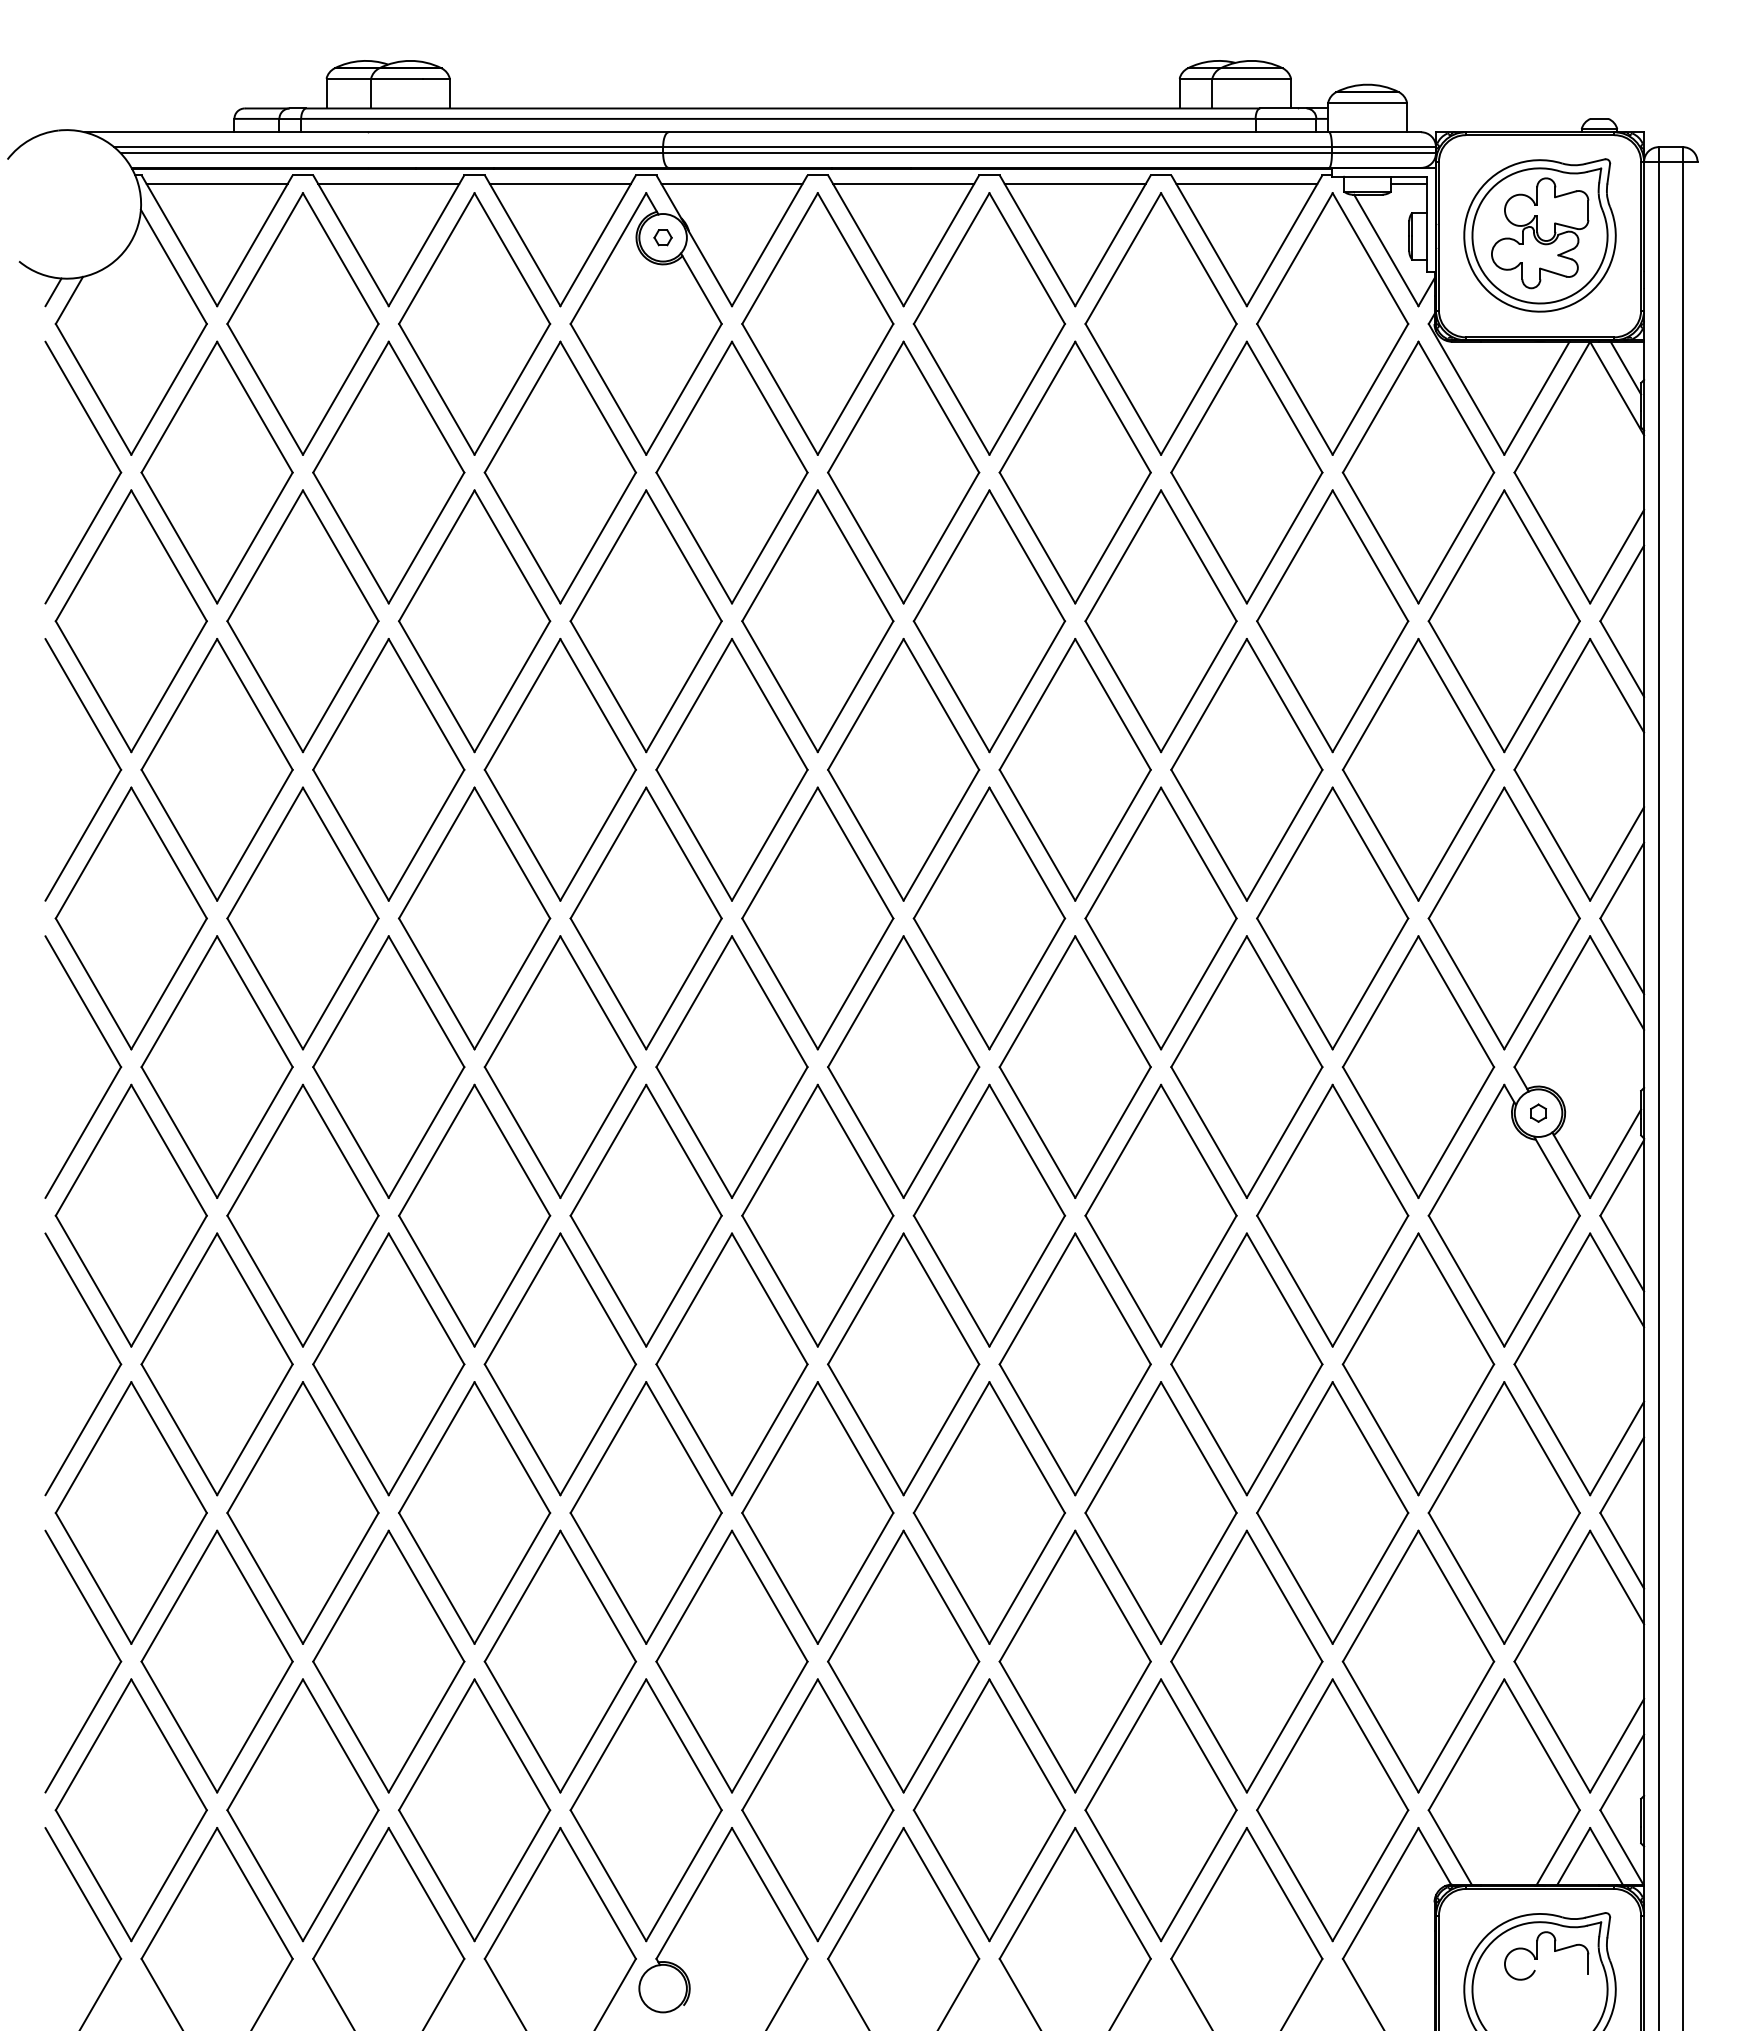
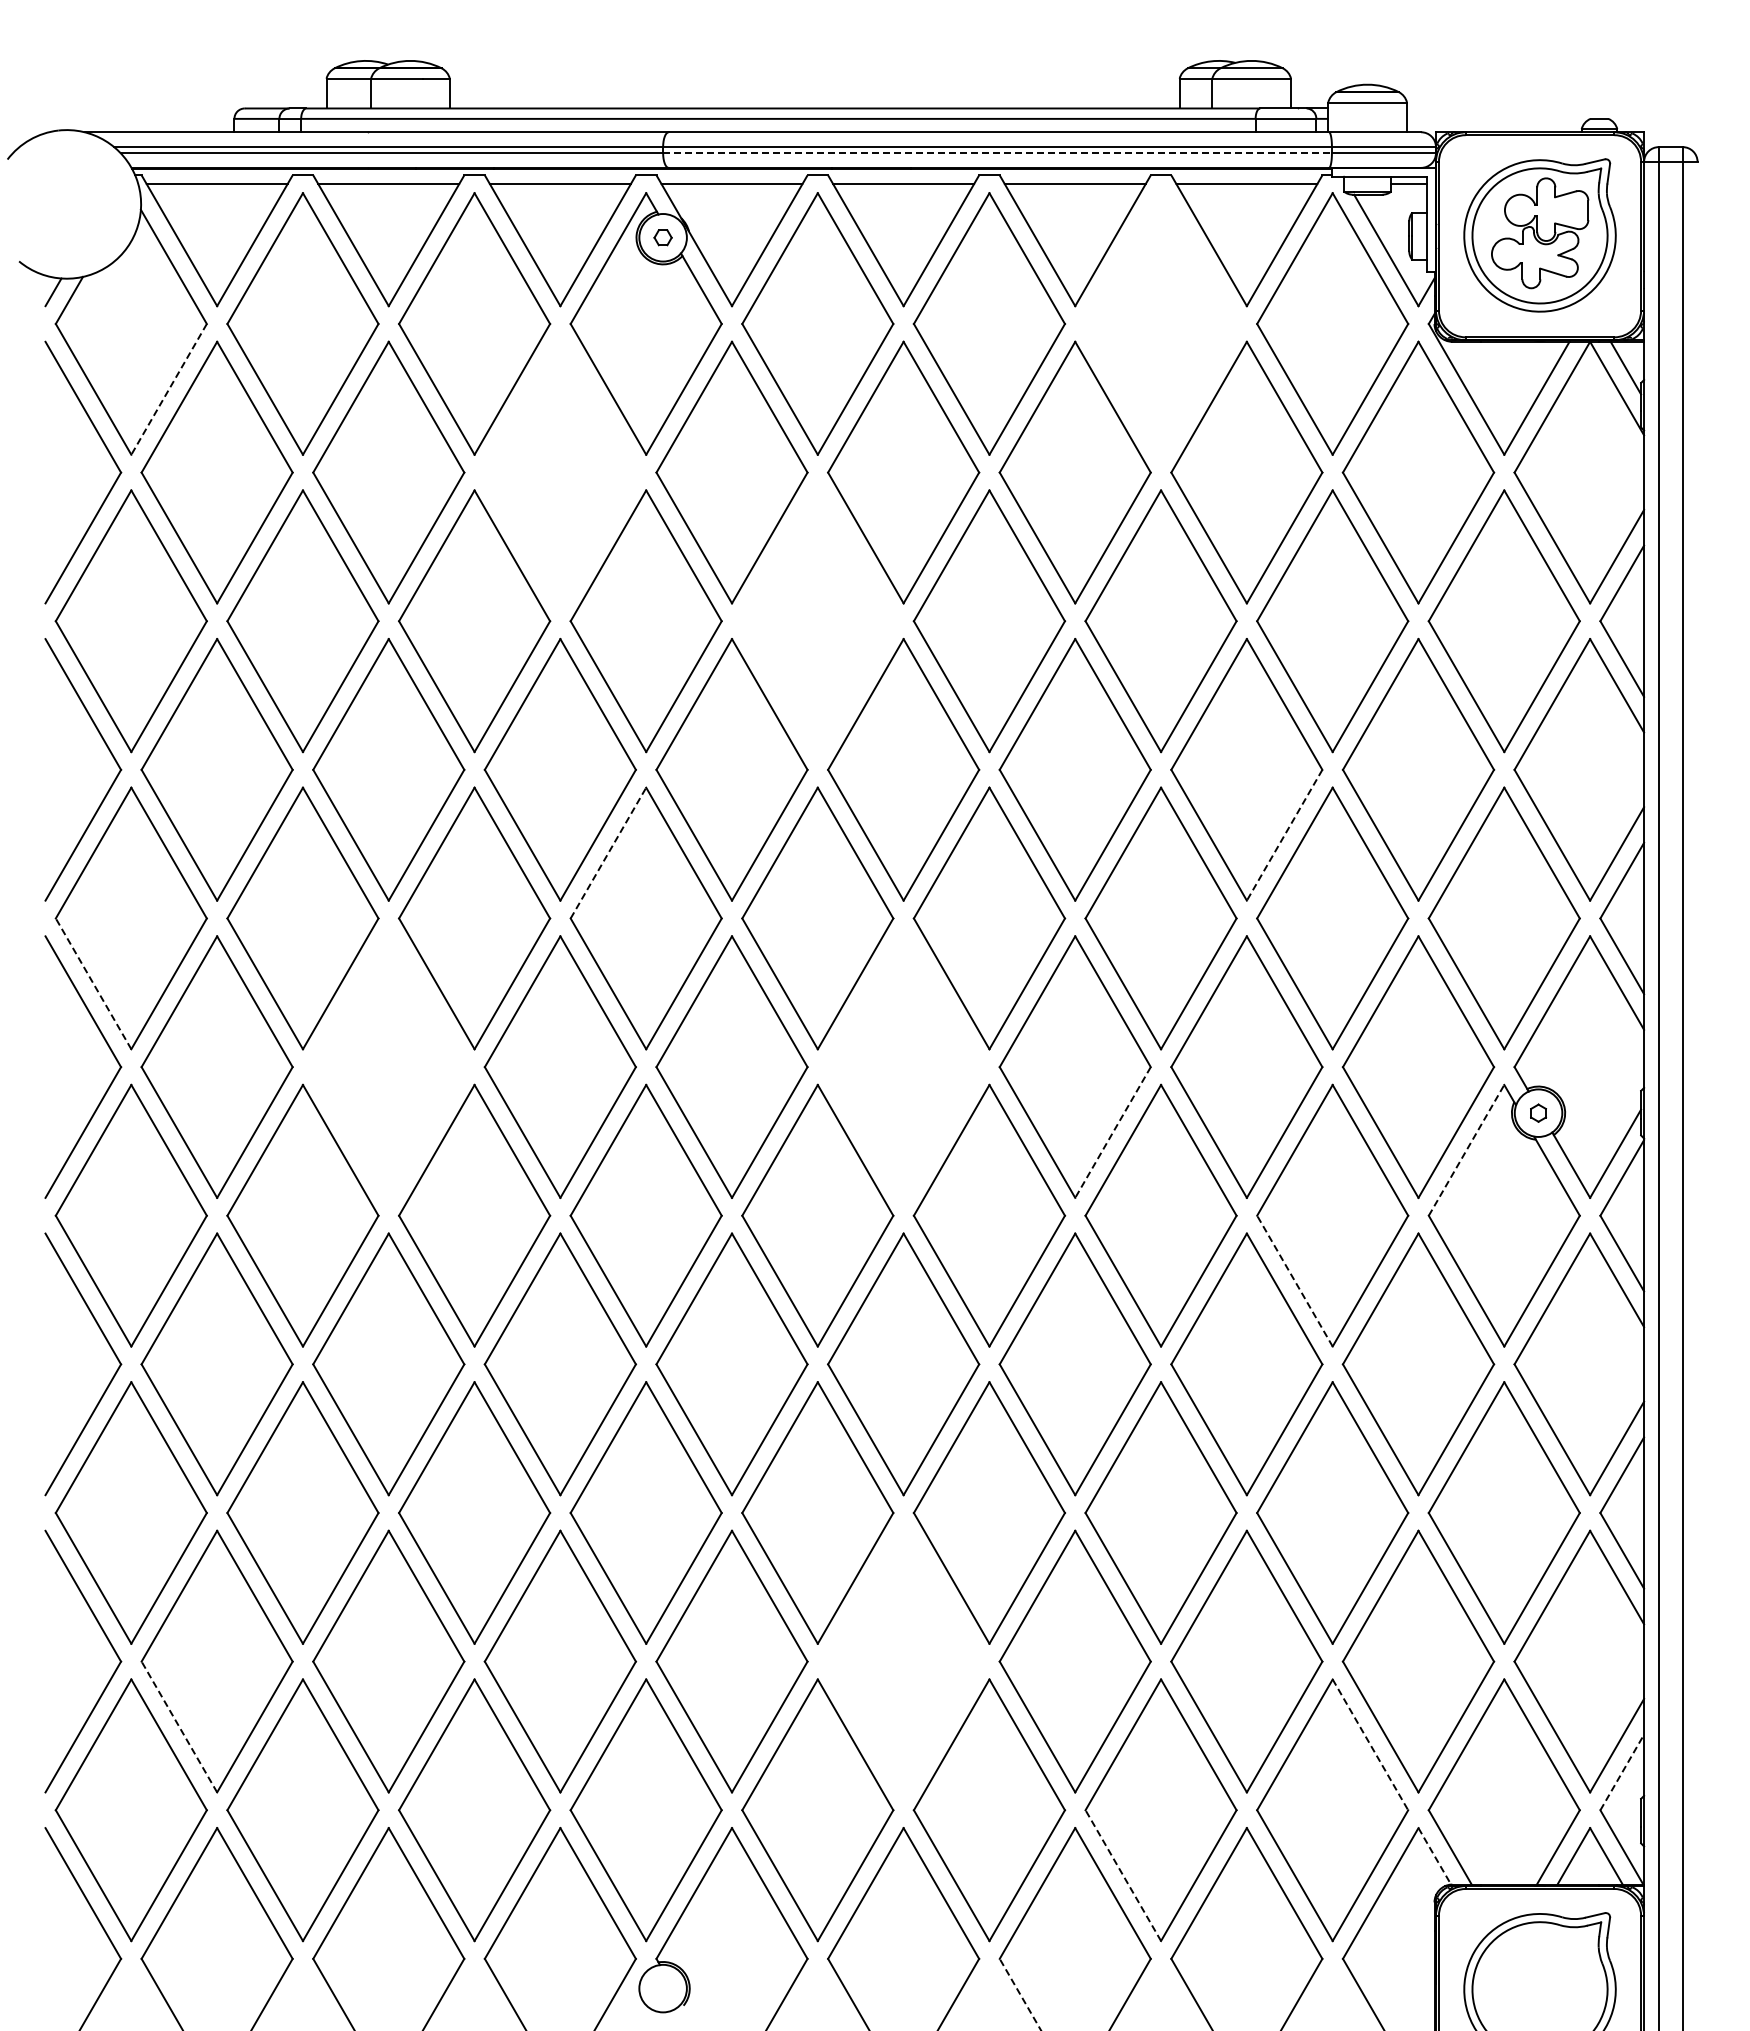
line at (998, 153): solid -> dashed
part at (1160, 323): present -> none
line at (169, 389): solid -> dashed
part at (559, 472): present -> none
part at (817, 621): present -> none
line at (1284, 835): solid -> dashed
line at (608, 853): solid -> dashed
line at (93, 983): solid -> dashed
part at (388, 1066): present -> none
part at (903, 1066): present -> none
line at (1113, 1132): solid -> dashed
line at (1466, 1150): solid -> dashed
line at (1294, 1281): solid -> dashed
part at (903, 1661): present -> none
line at (179, 1727): solid -> dashed
line at (1370, 1744): solid -> dashed
line at (1622, 1772): solid -> dashed
line at (1434, 1856): solid -> dashed
line at (1123, 1875): solid -> dashed
part at (1554, 1951): present -> none
line at (1020, 1994): solid -> dashed
